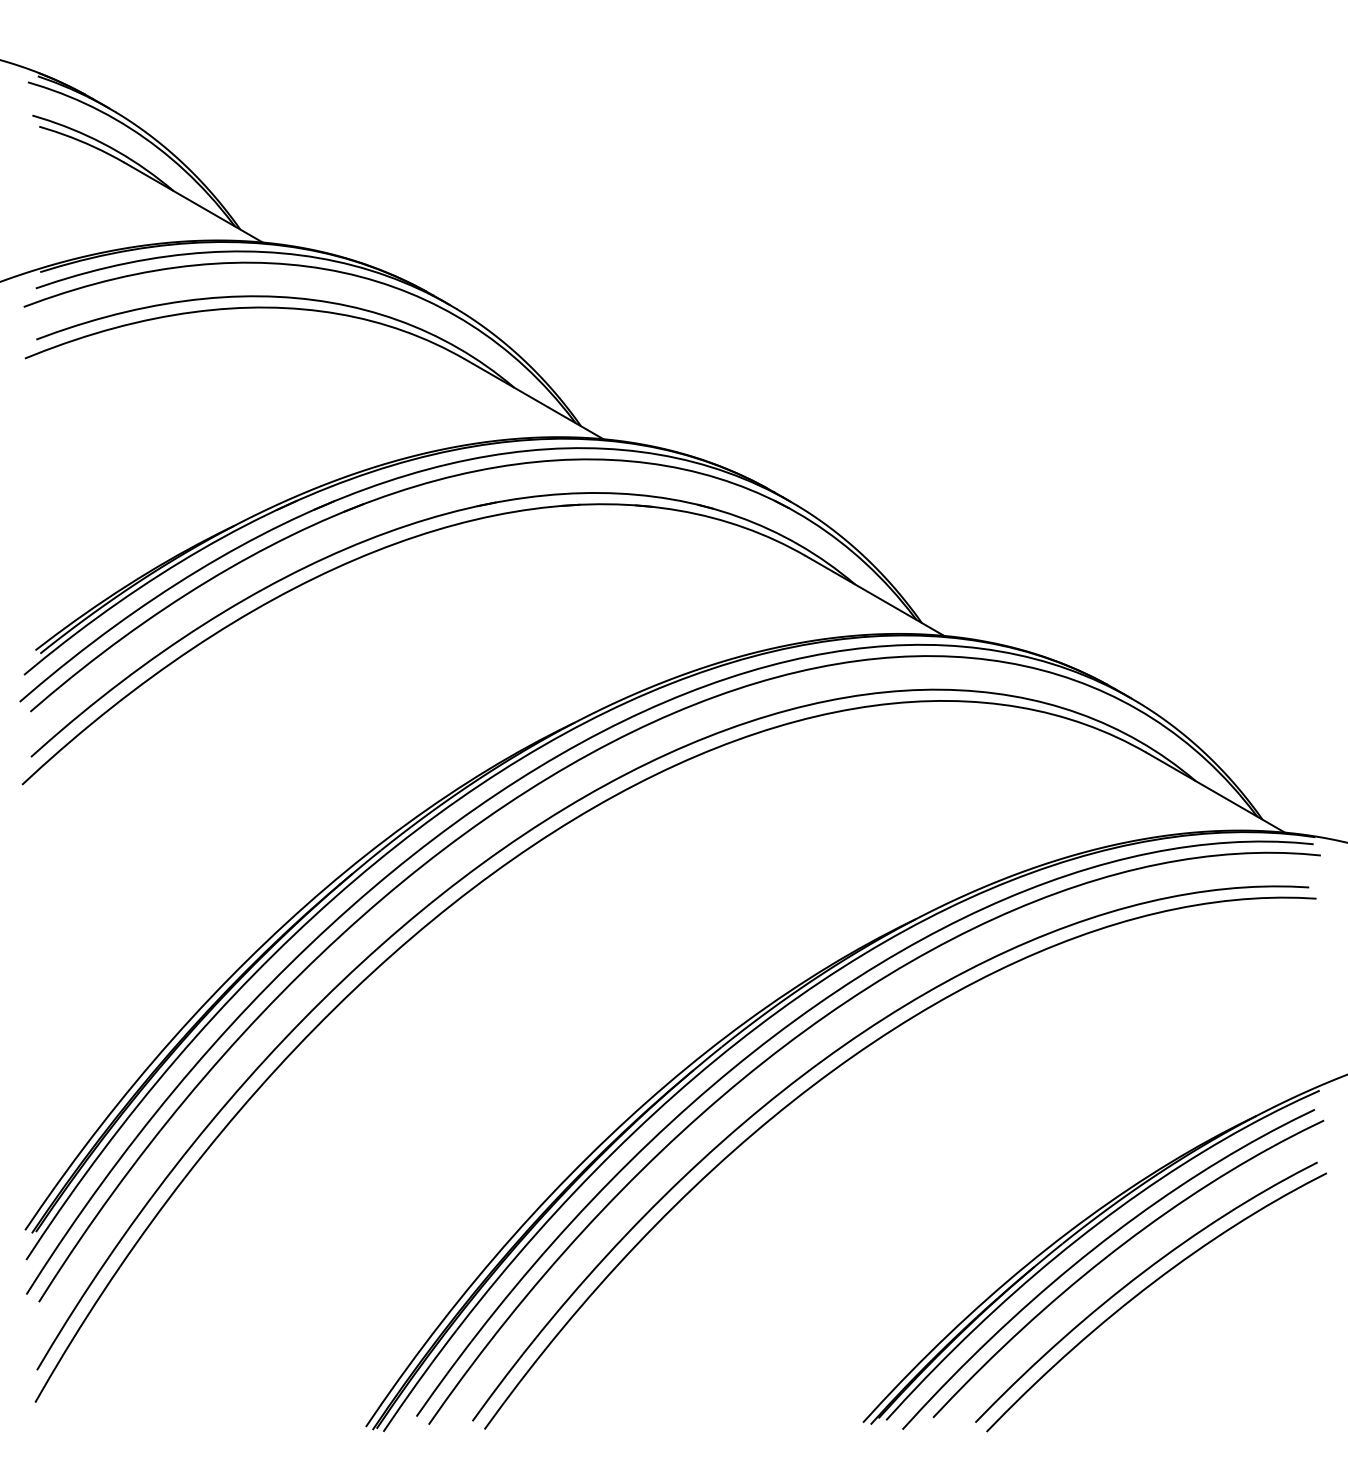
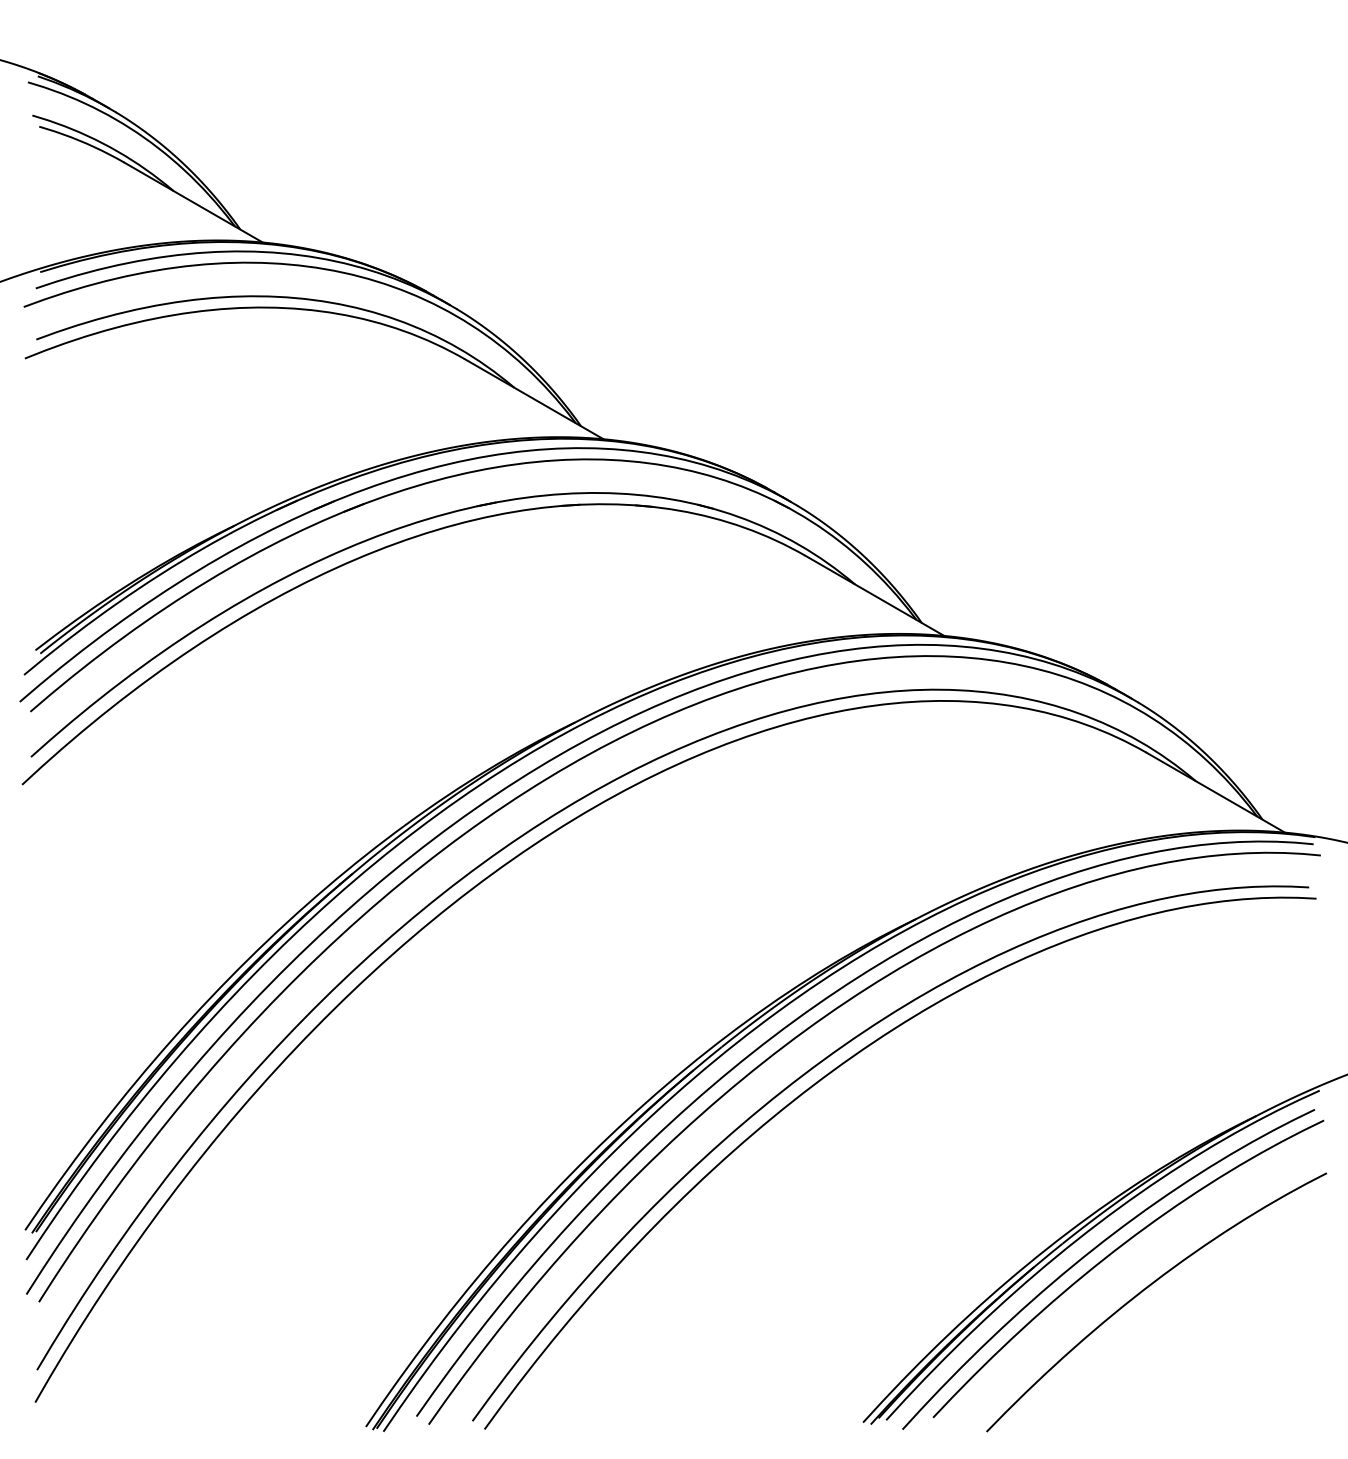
curve at (1138, 1277): present -> none
